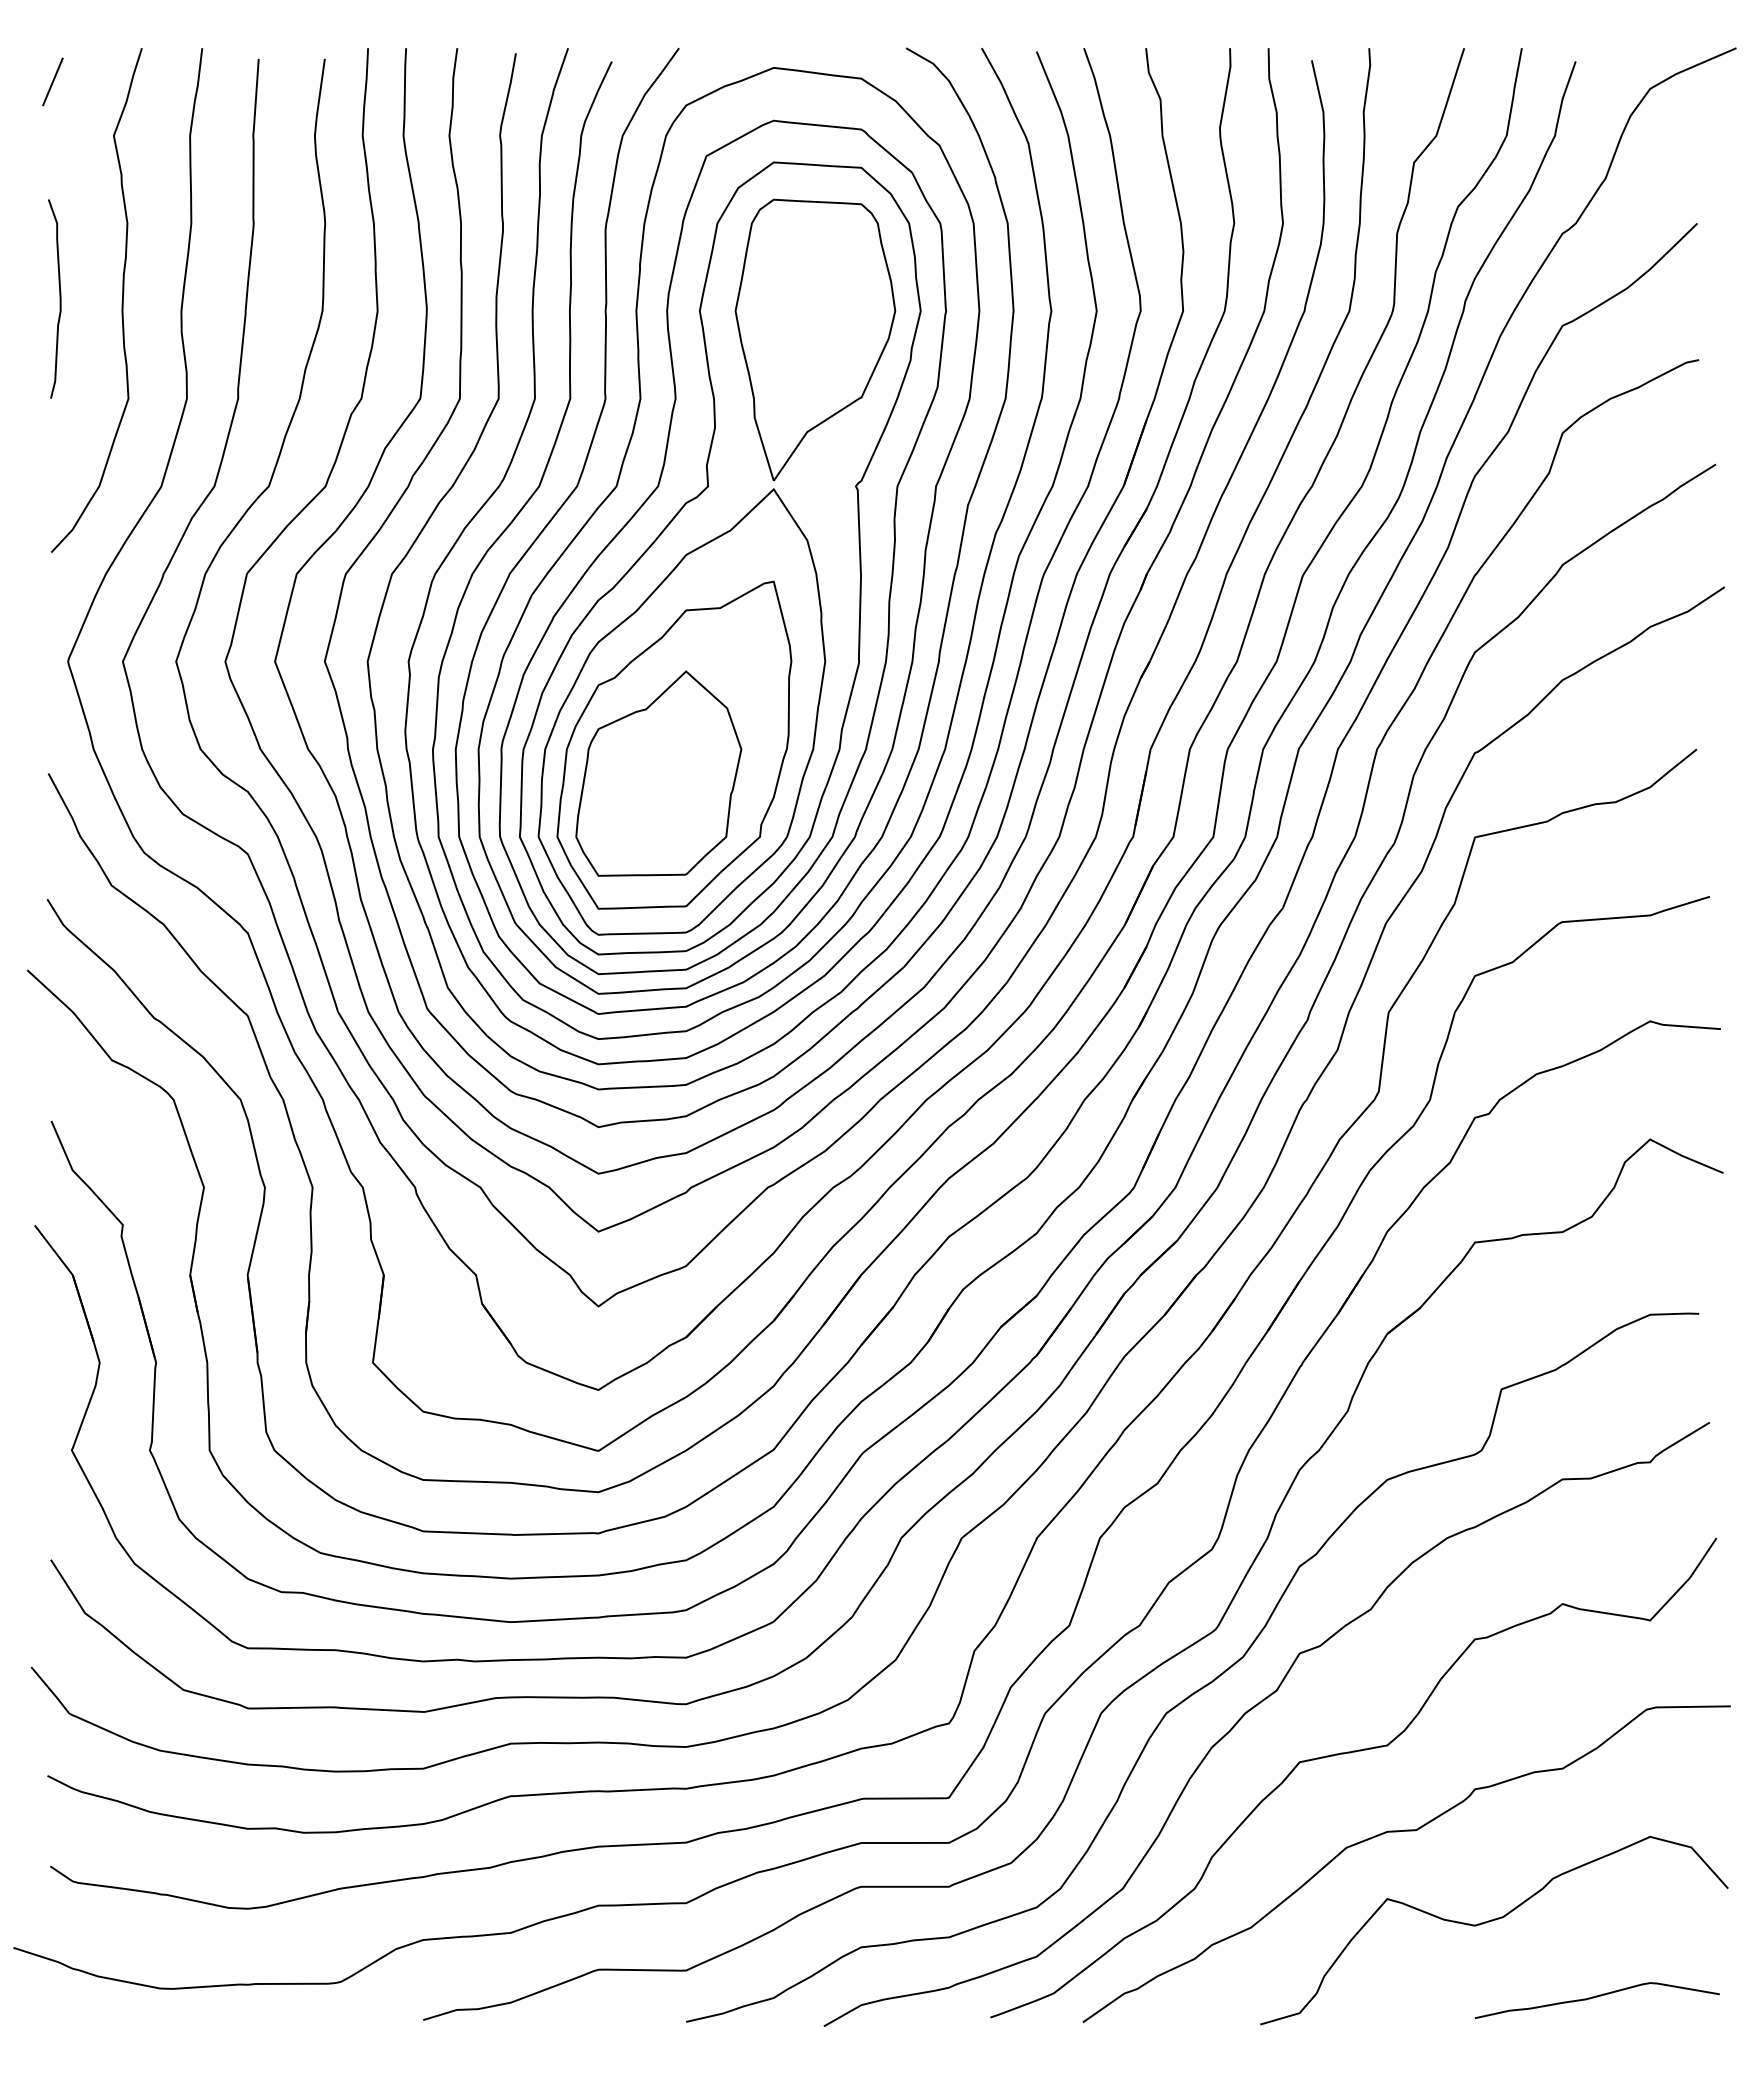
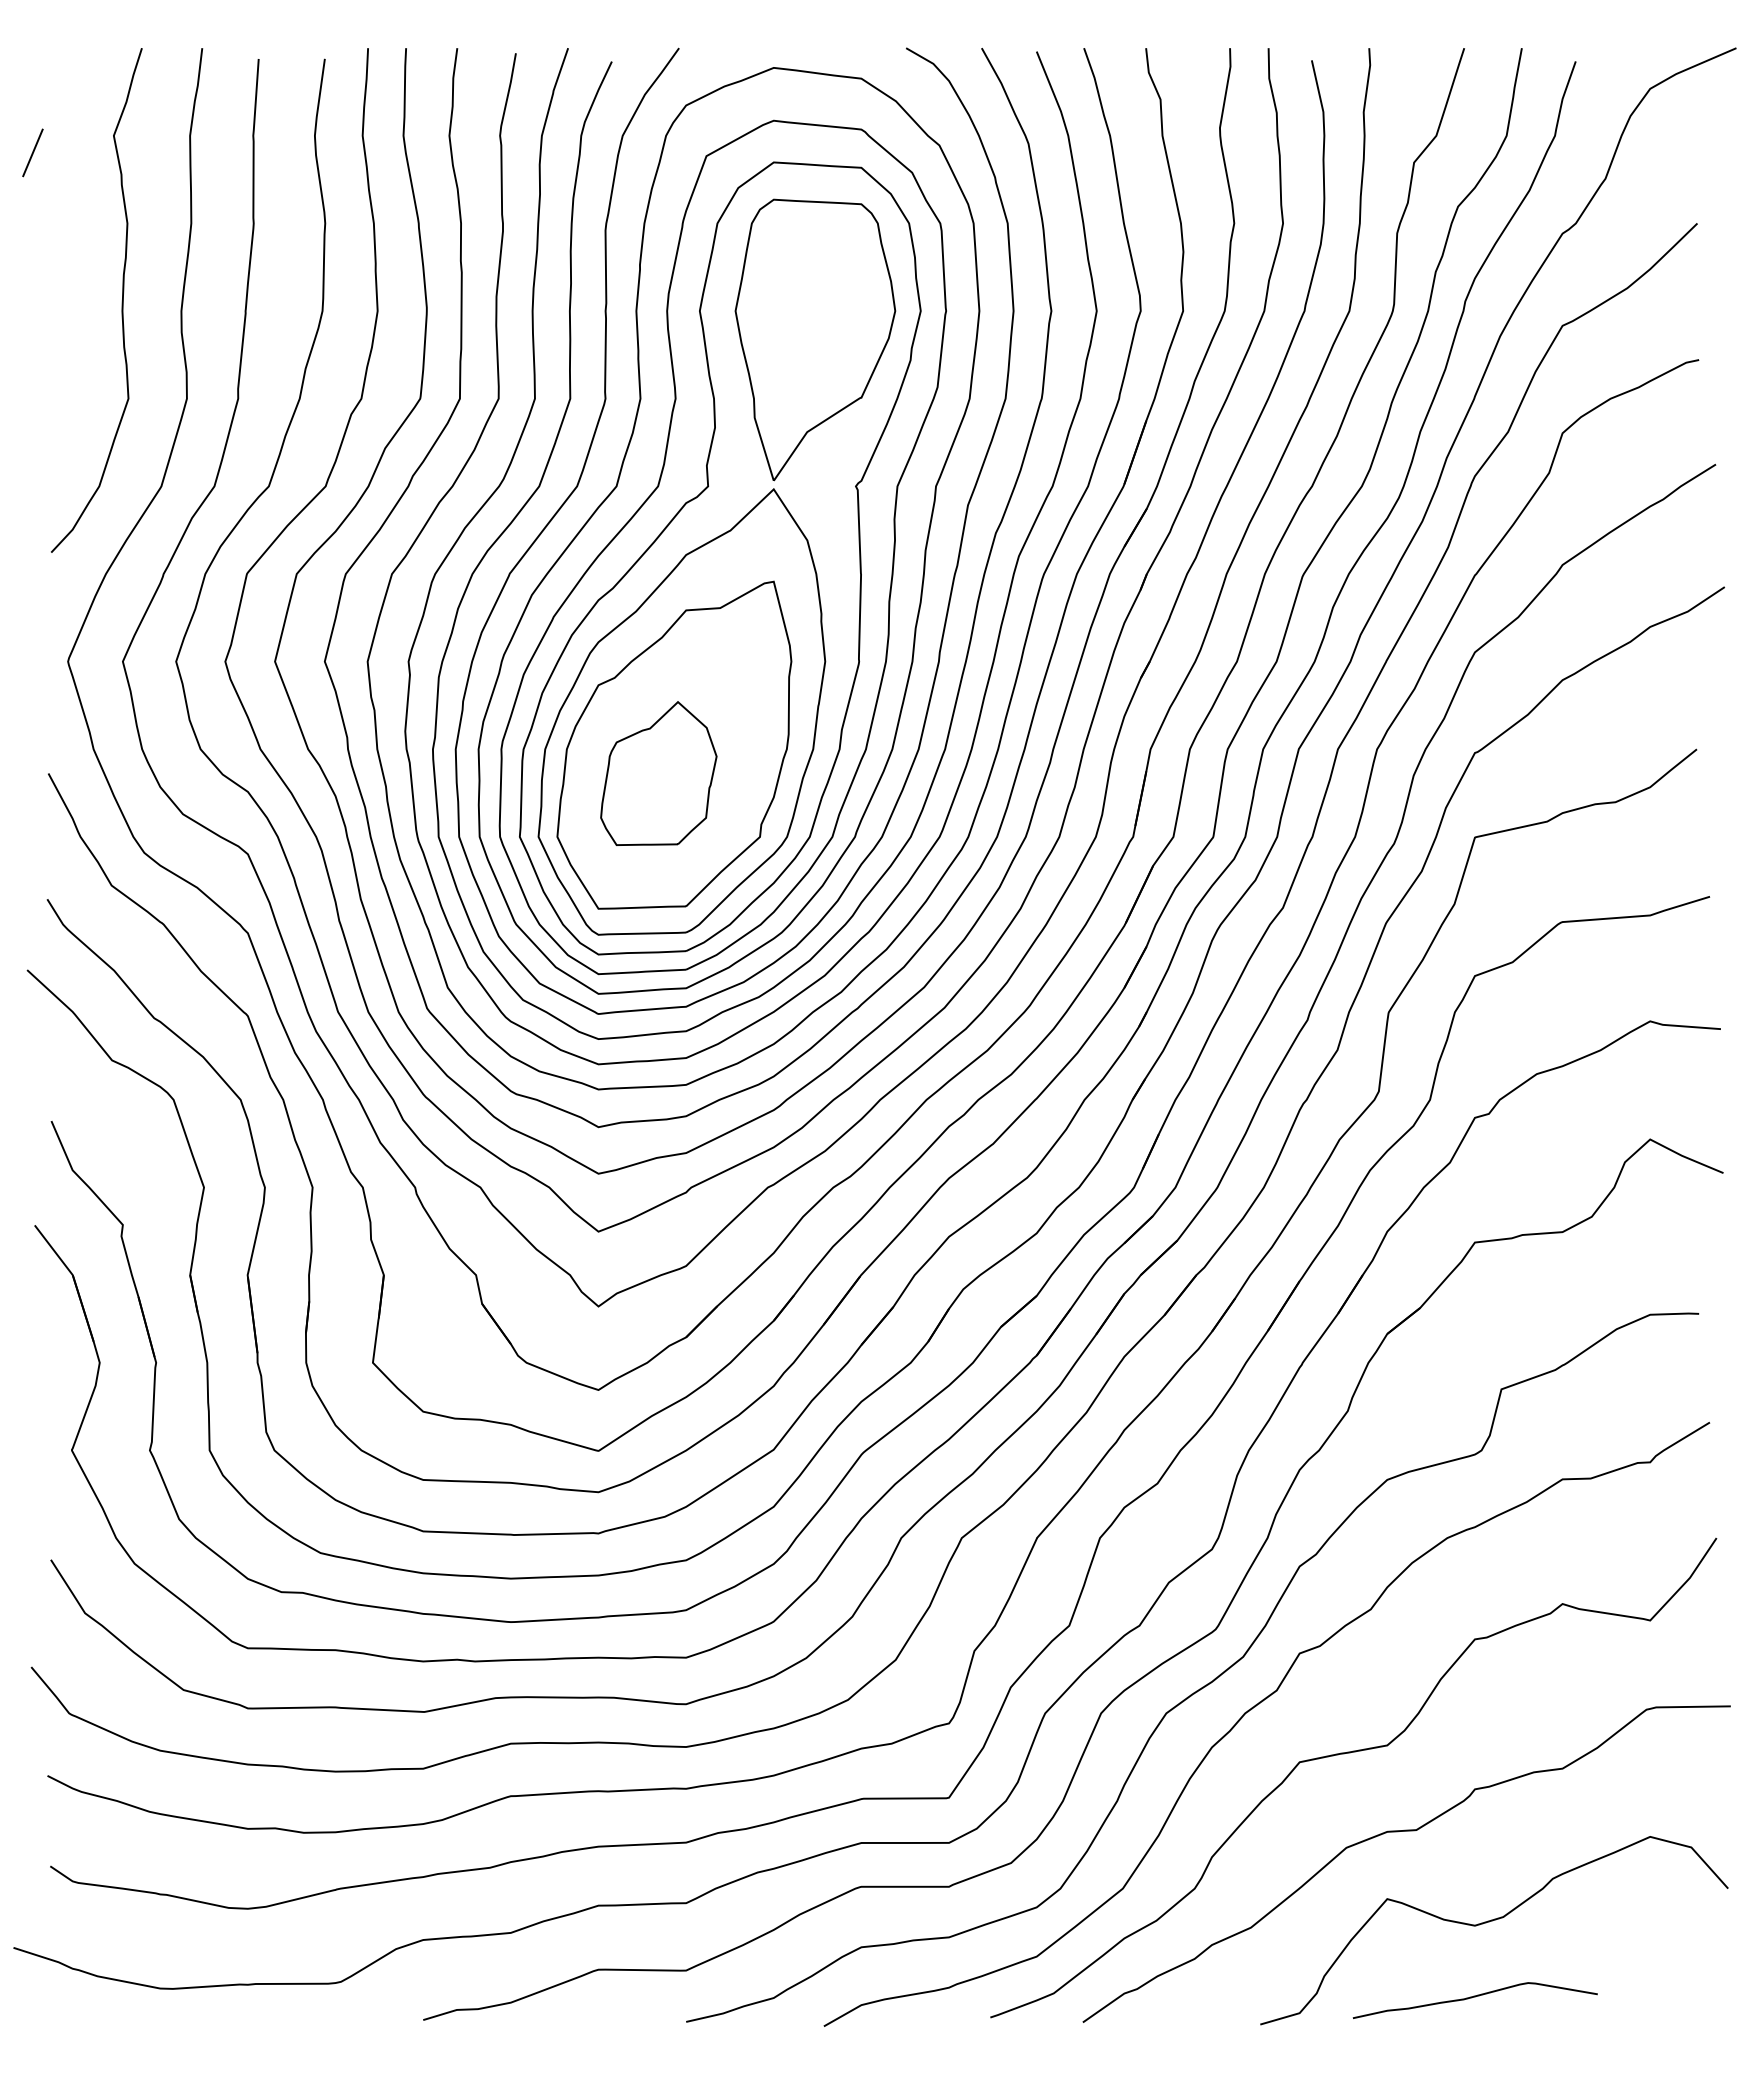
line at (52, 81) position: (52, 81) -> (32, 152)
curve at (59, 298): present -> none
part at (658, 773) size: 168x207 px -> 118x145 px
curve at (1596, 1997) position: (1596, 1997) -> (1474, 1997)
